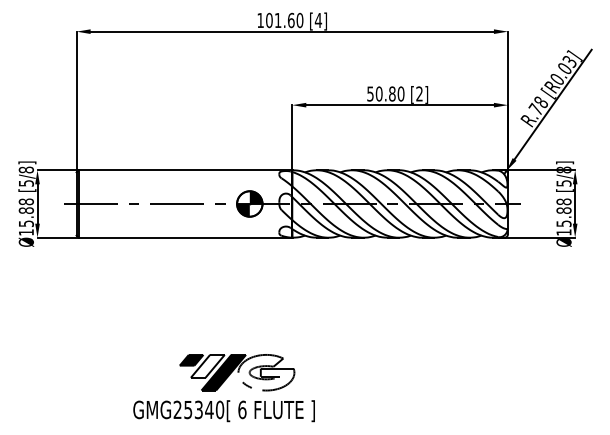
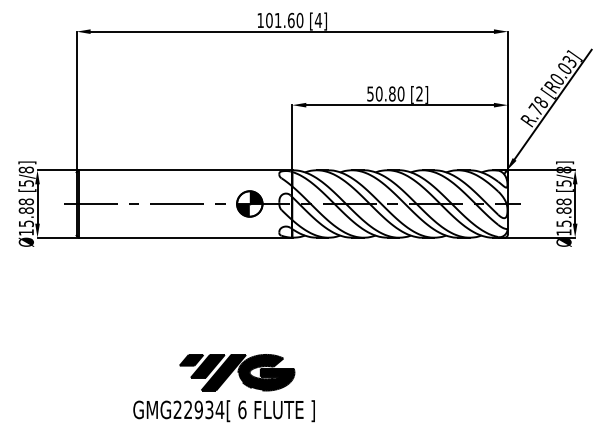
fill at (207, 365): none -> present
fill at (266, 372): none -> present
text at (204, 409): GMG25340[ -> GMG22934[
